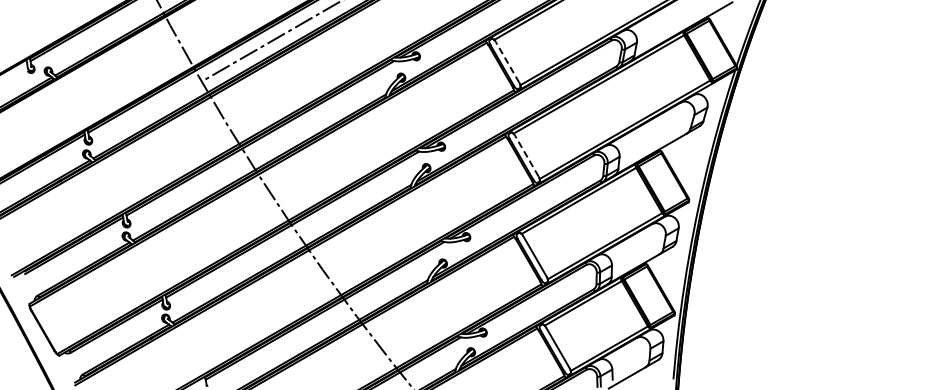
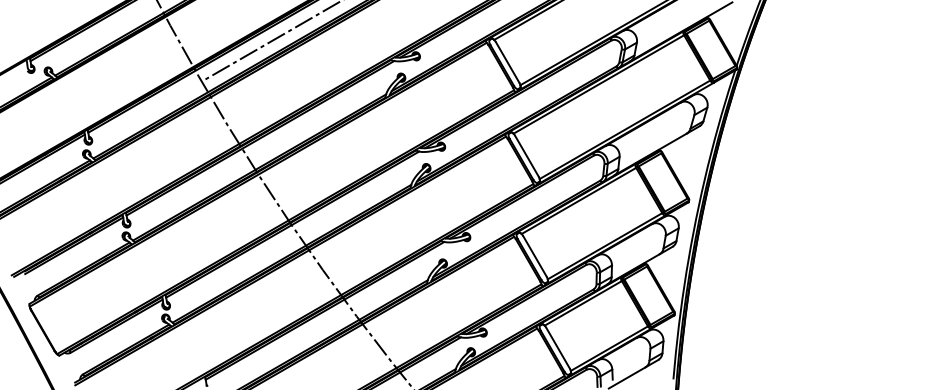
line at (507, 62): dashed -> solid
line at (526, 155): dashed -> solid
